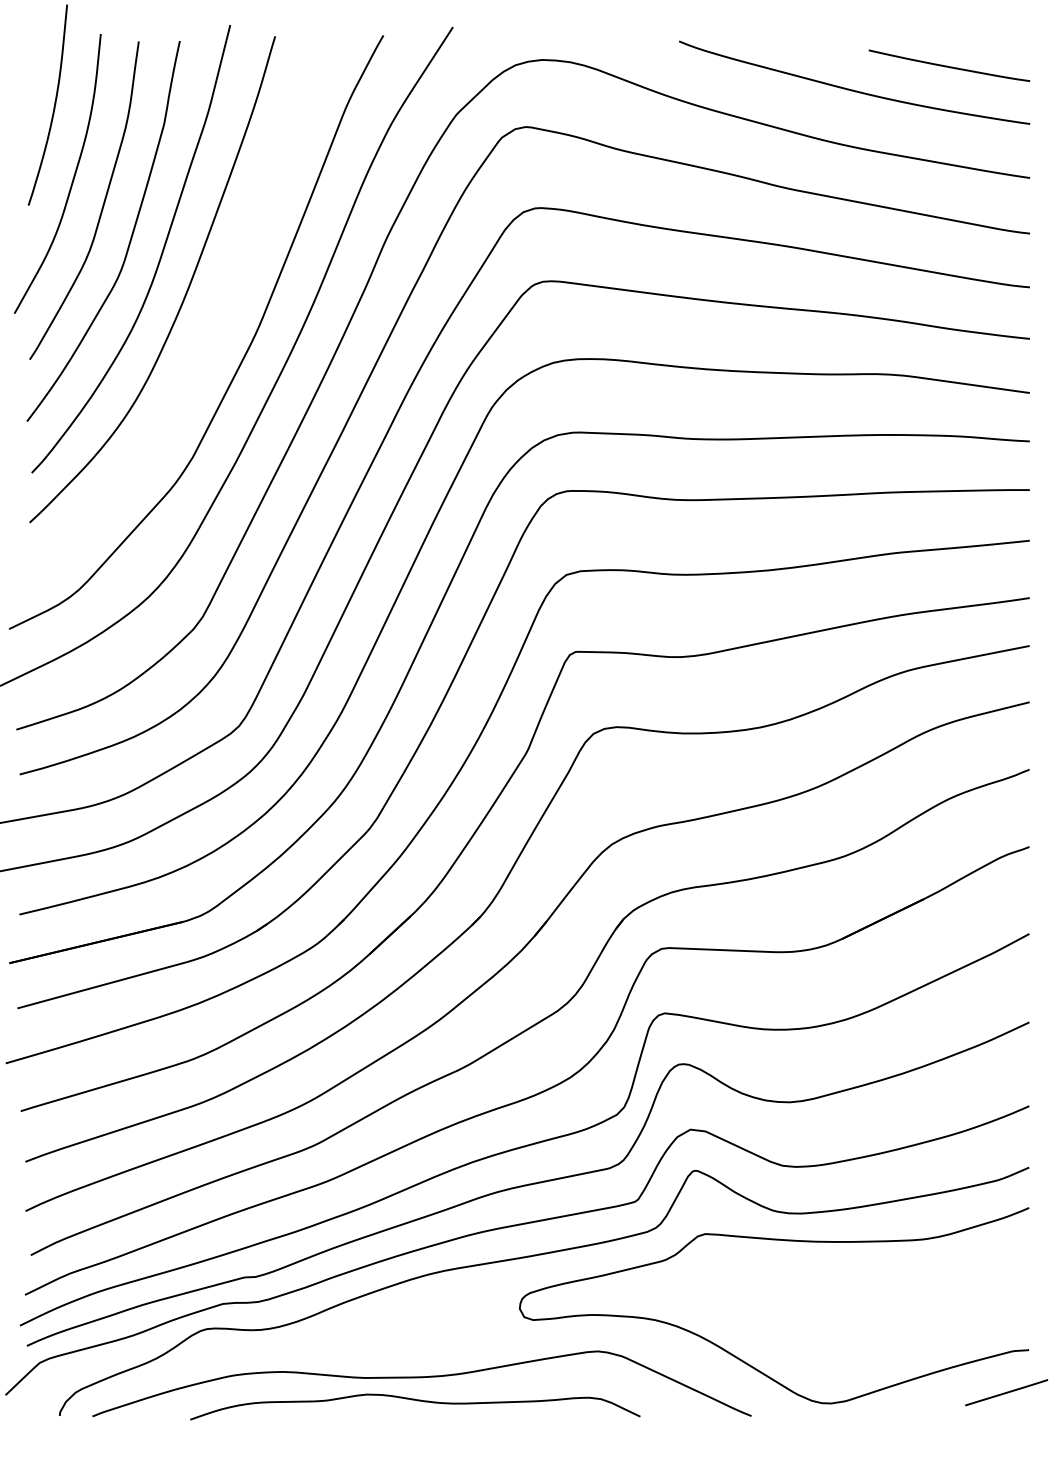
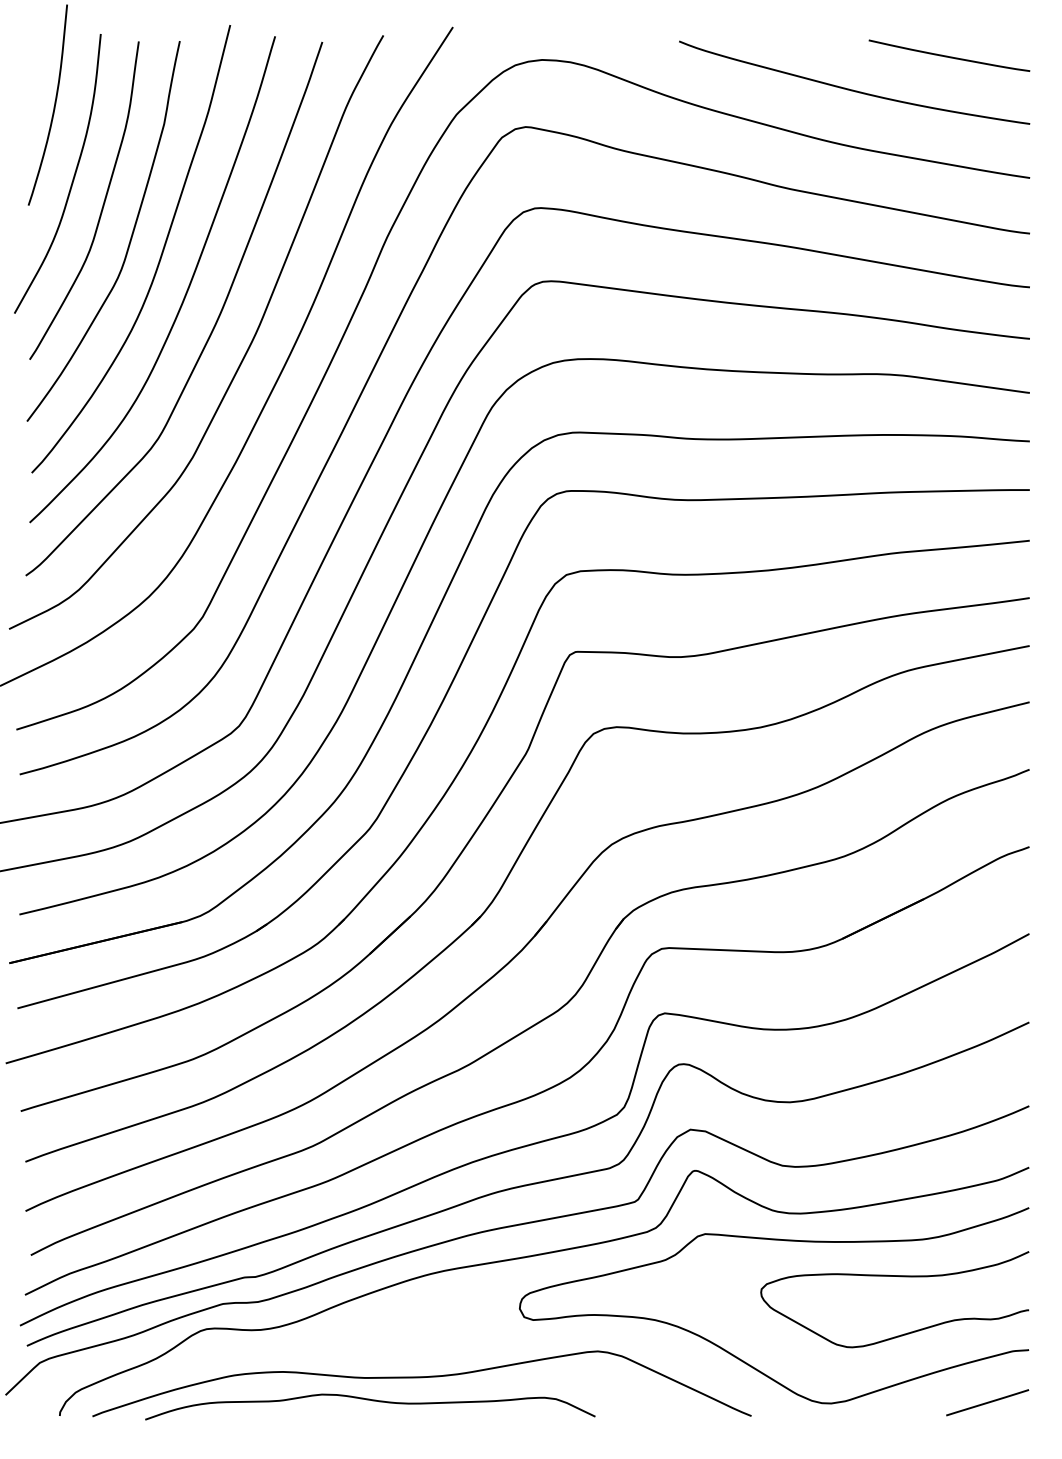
curve at (949, 66) position: (949, 66) -> (949, 56)
curve at (212, 328): none -> present
curve at (900, 1277): none -> present
line at (1006, 1392) position: (1006, 1392) -> (987, 1402)
curve at (417, 1401) position: (417, 1401) -> (372, 1401)
